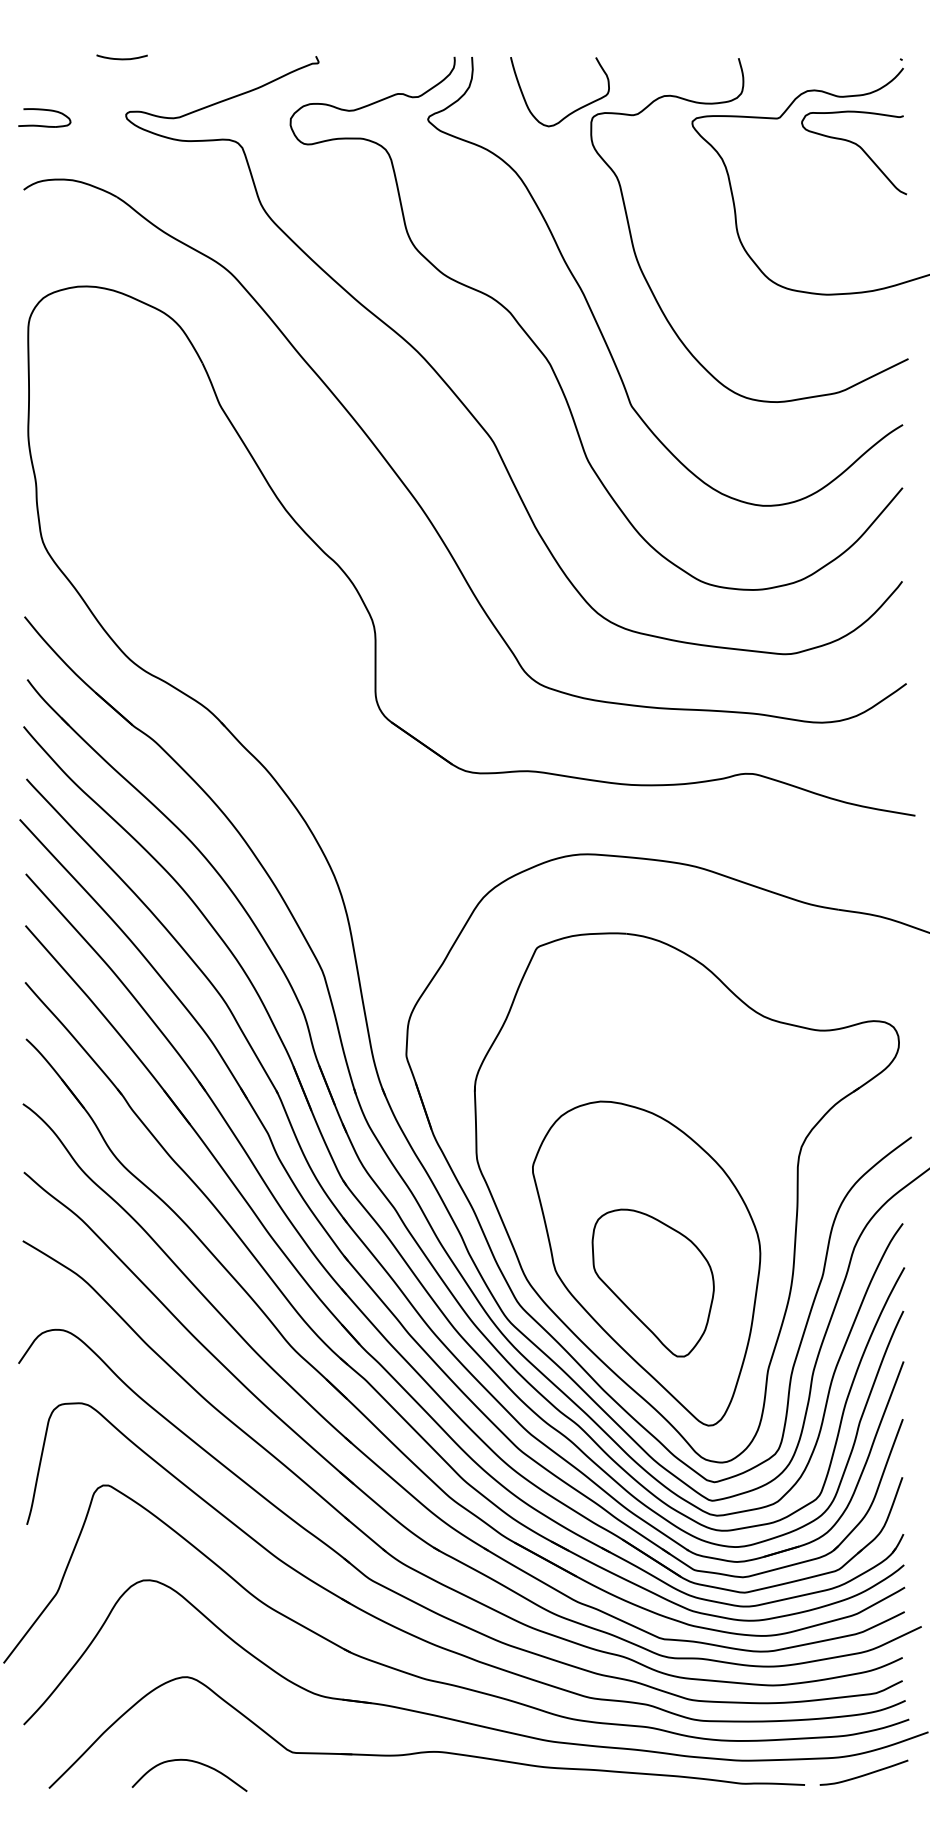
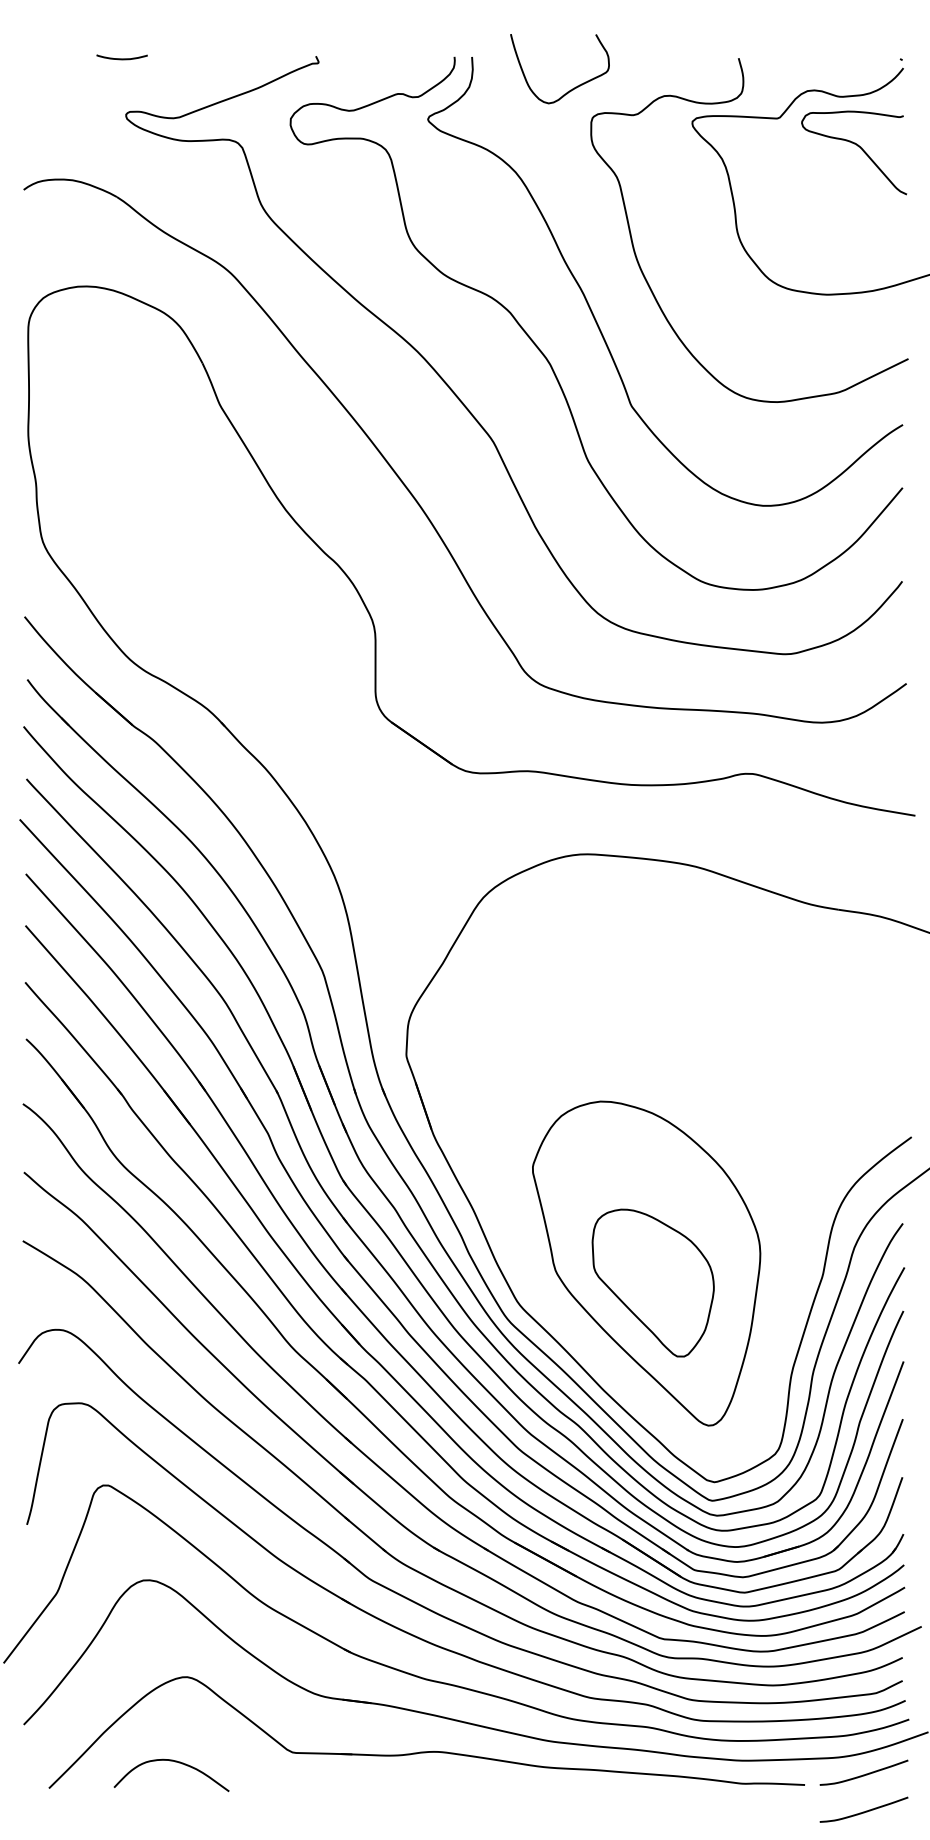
part at (44, 110): present -> none
curve at (570, 112) position: (570, 112) -> (570, 89)
part at (686, 1197): present -> none
curve at (193, 1762) position: (193, 1762) -> (175, 1762)
curve at (863, 1811): none -> present
